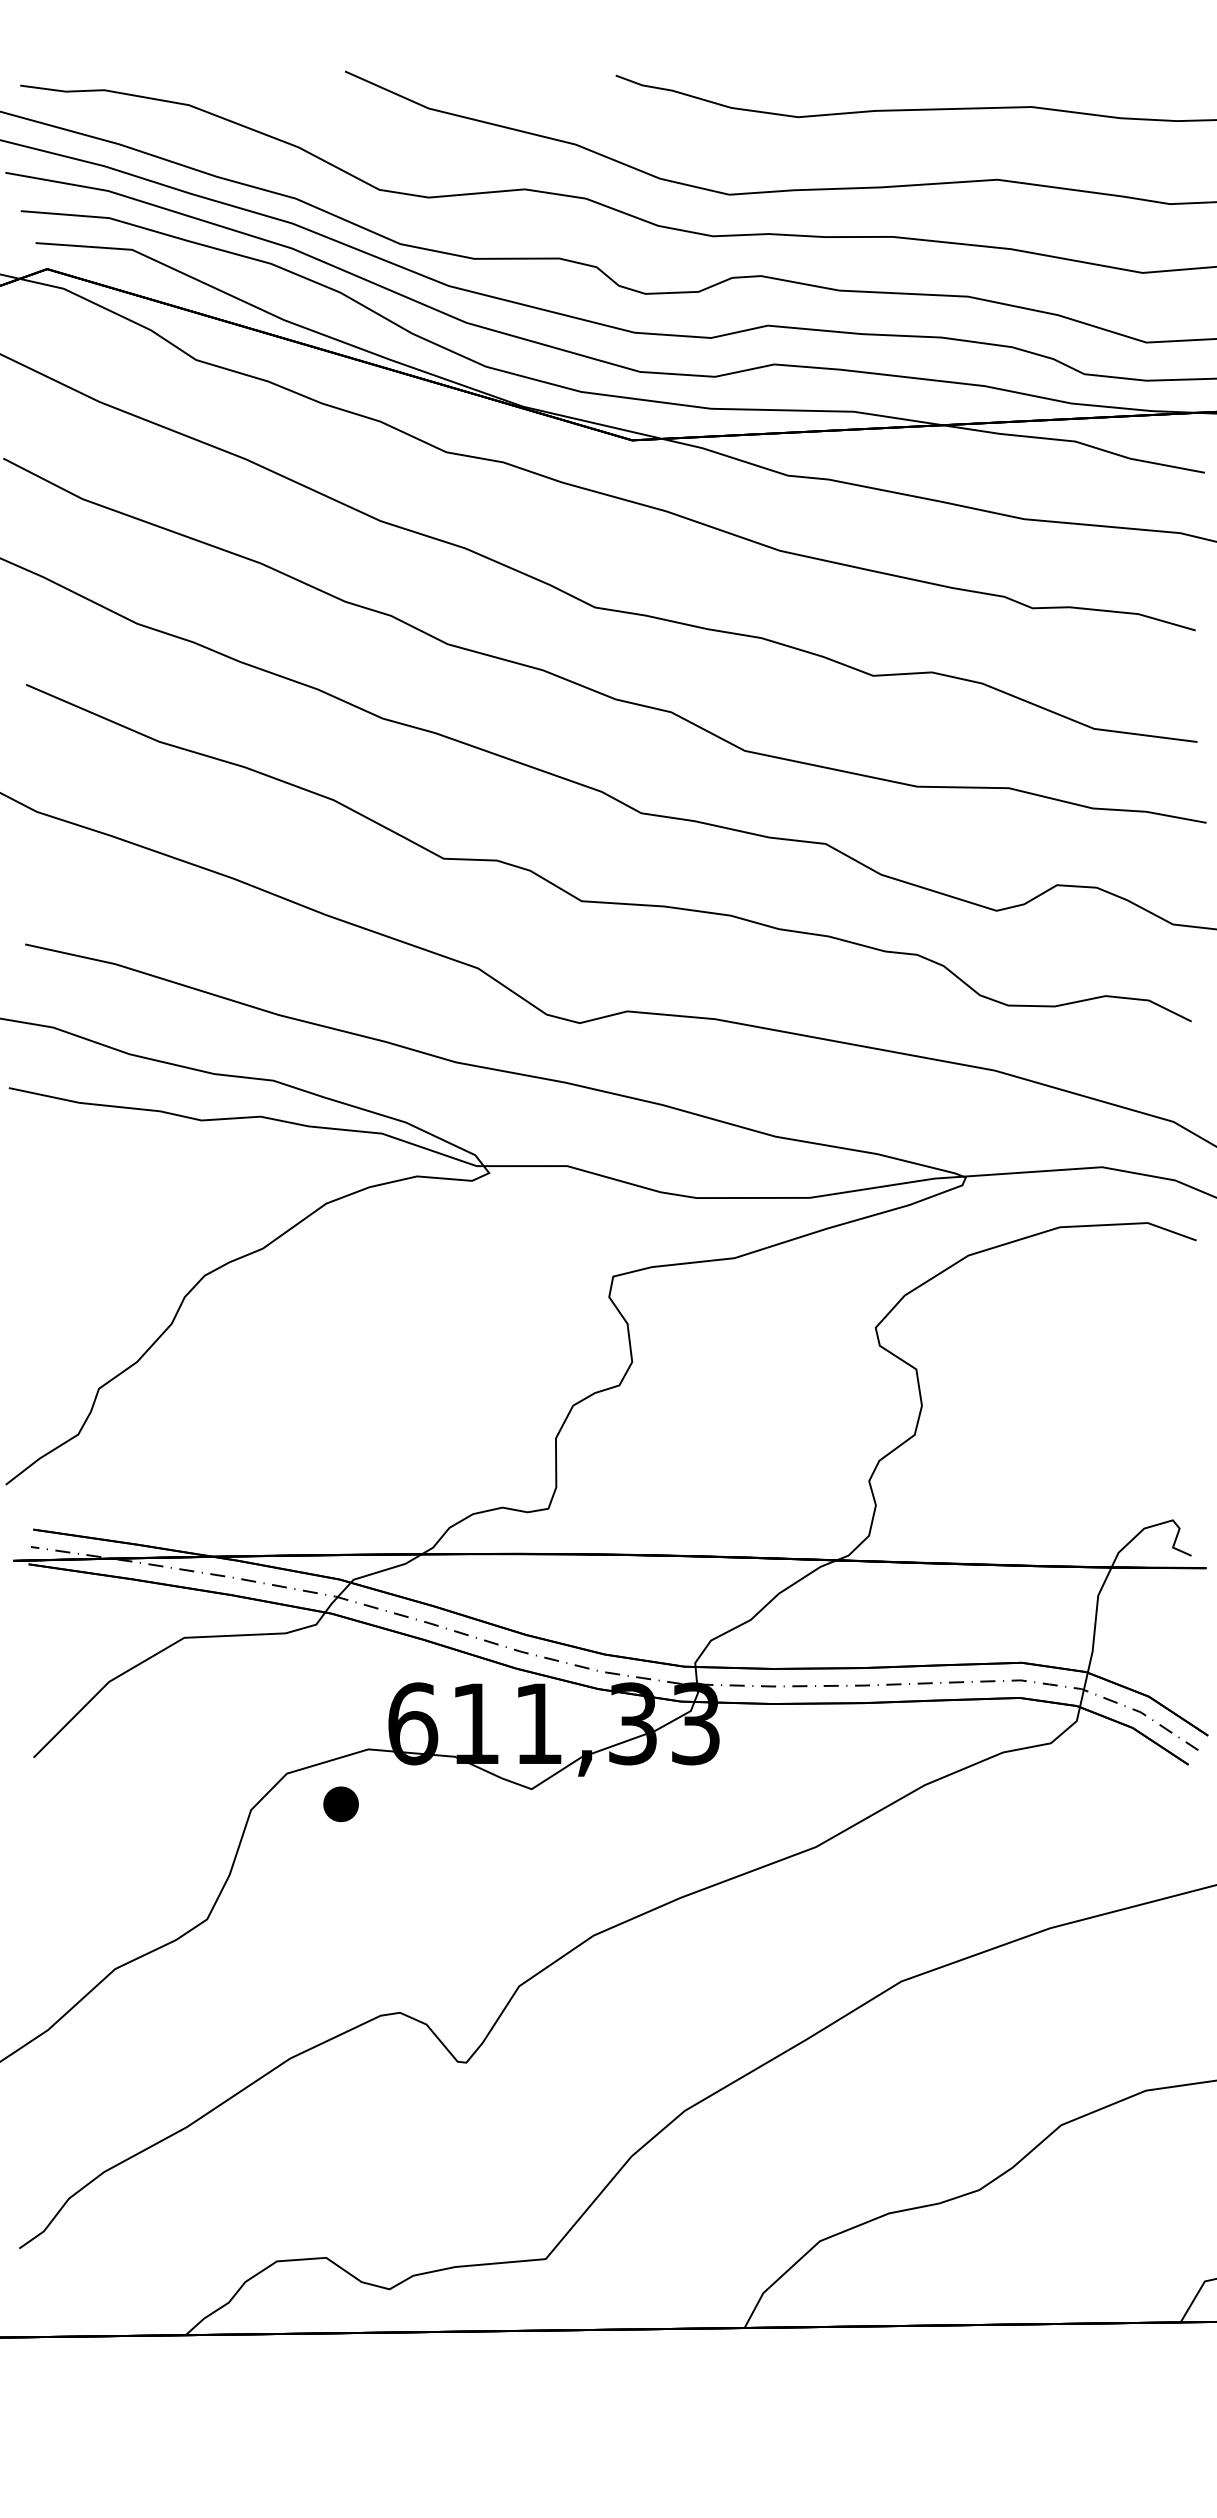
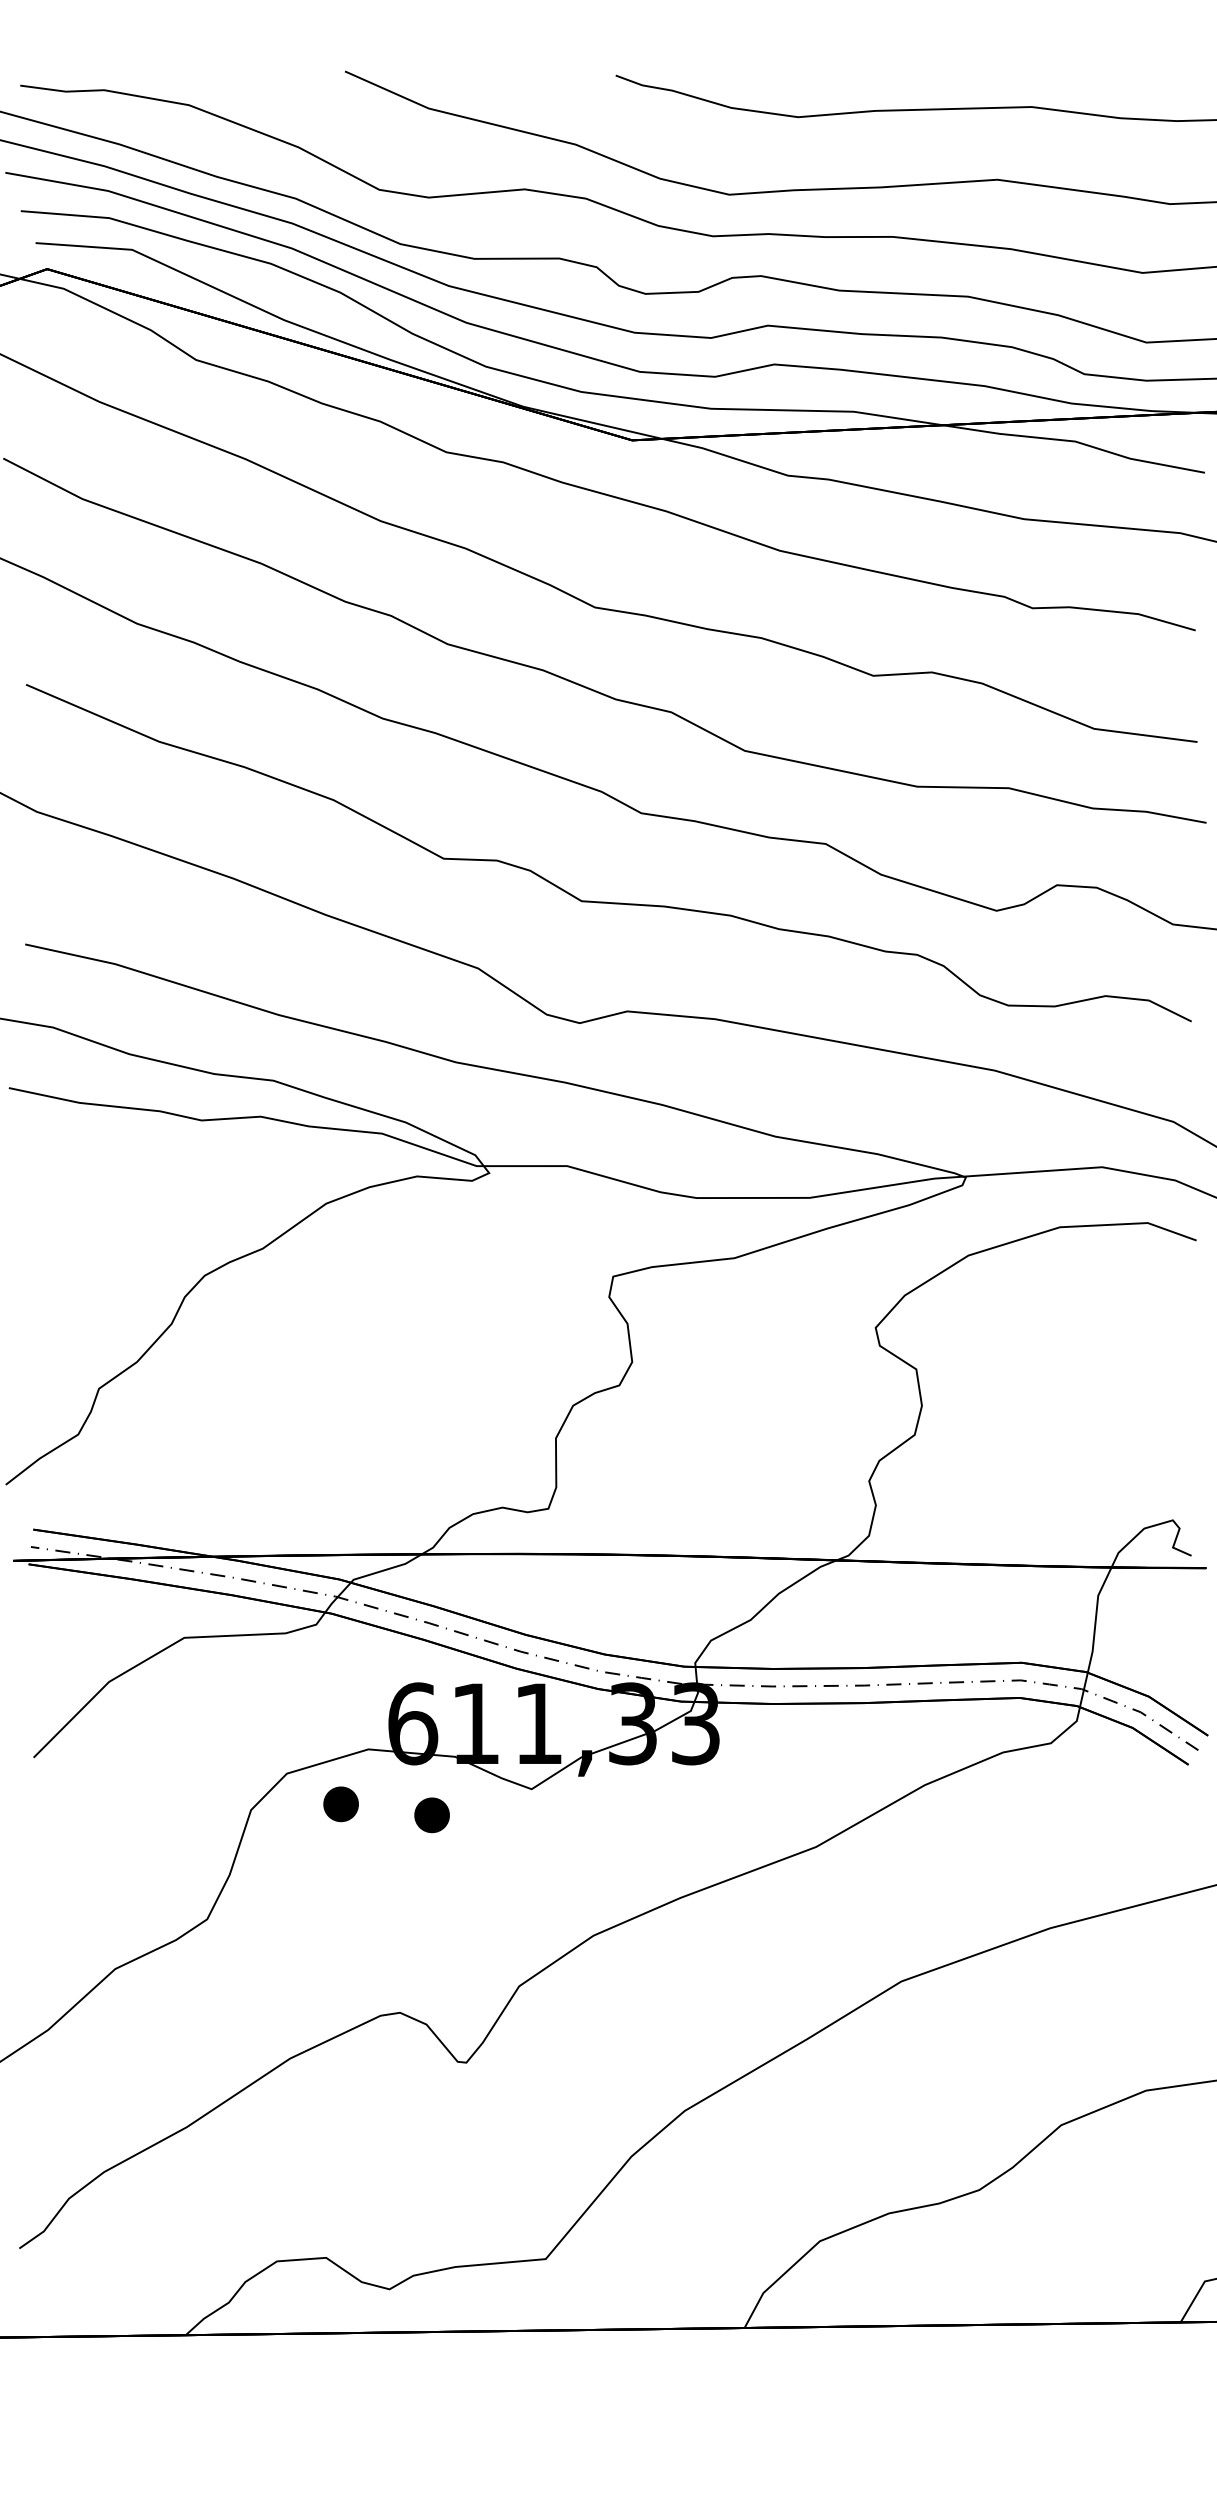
part at (431, 1815): none -> present
